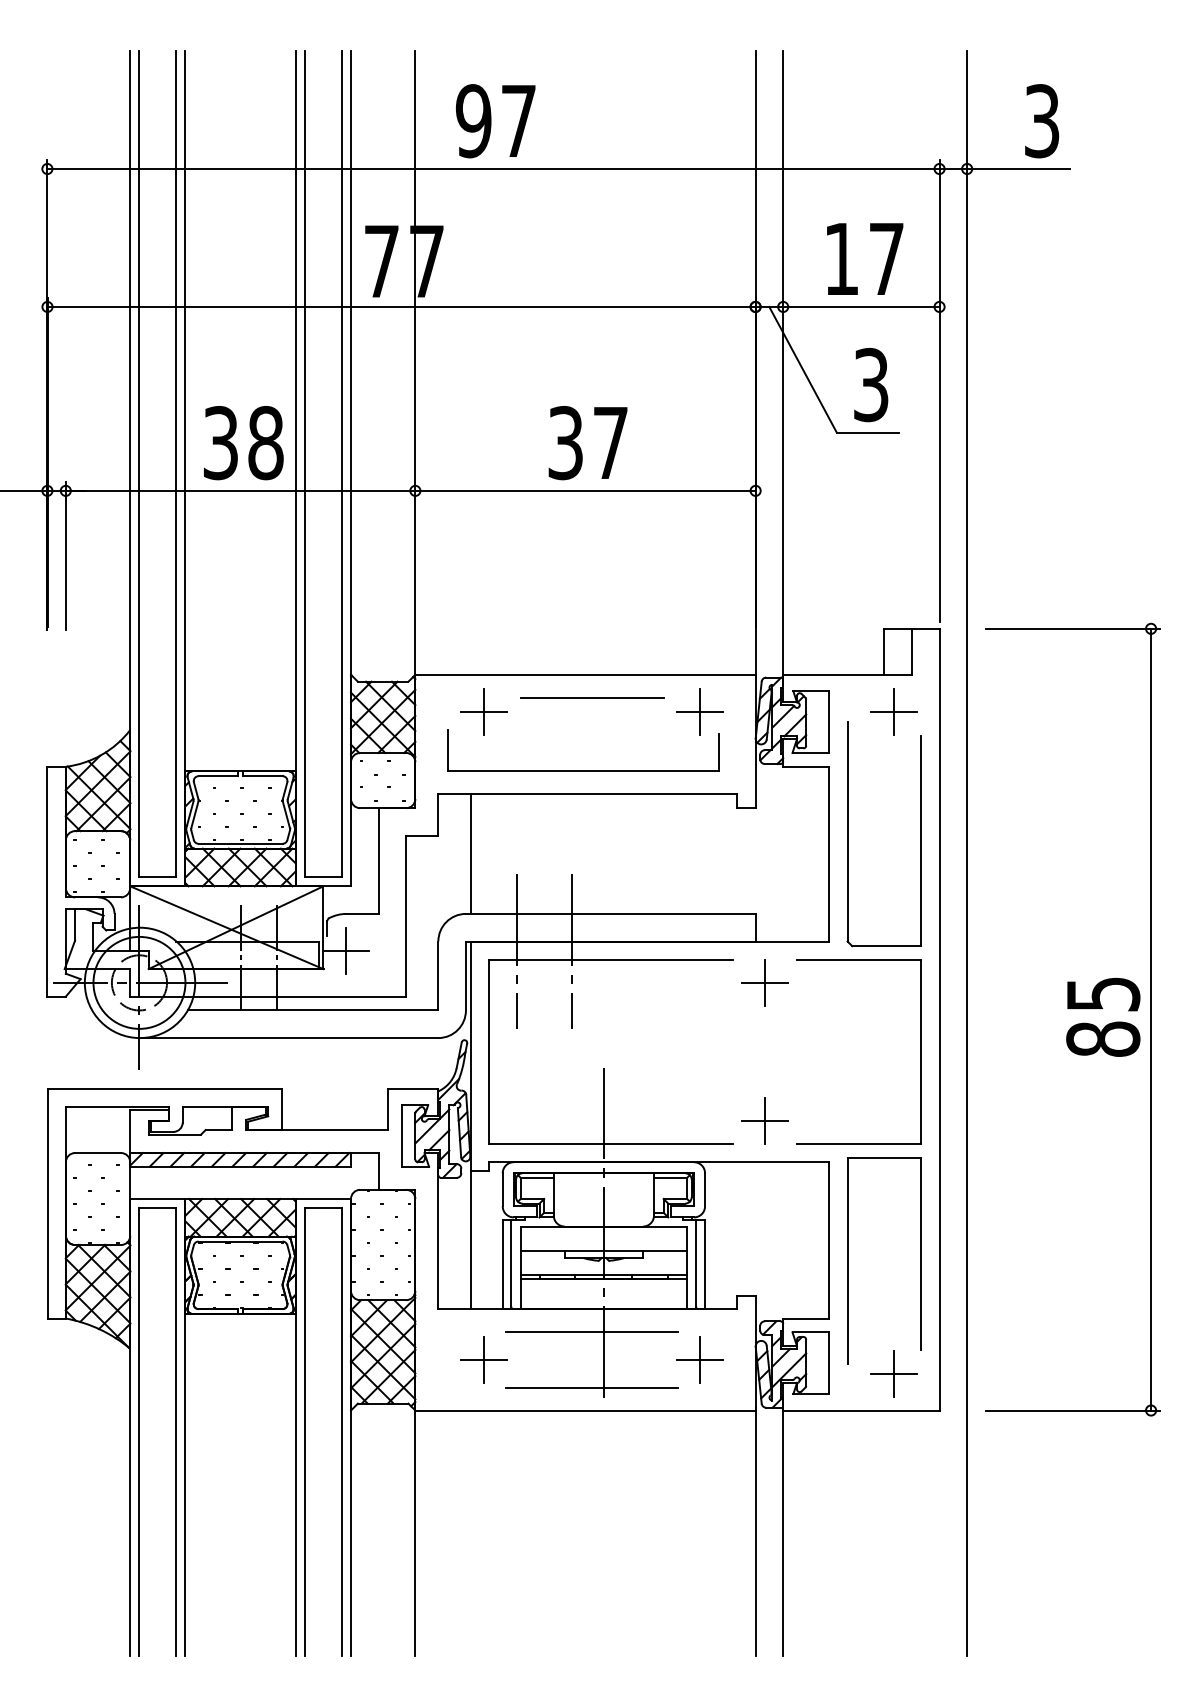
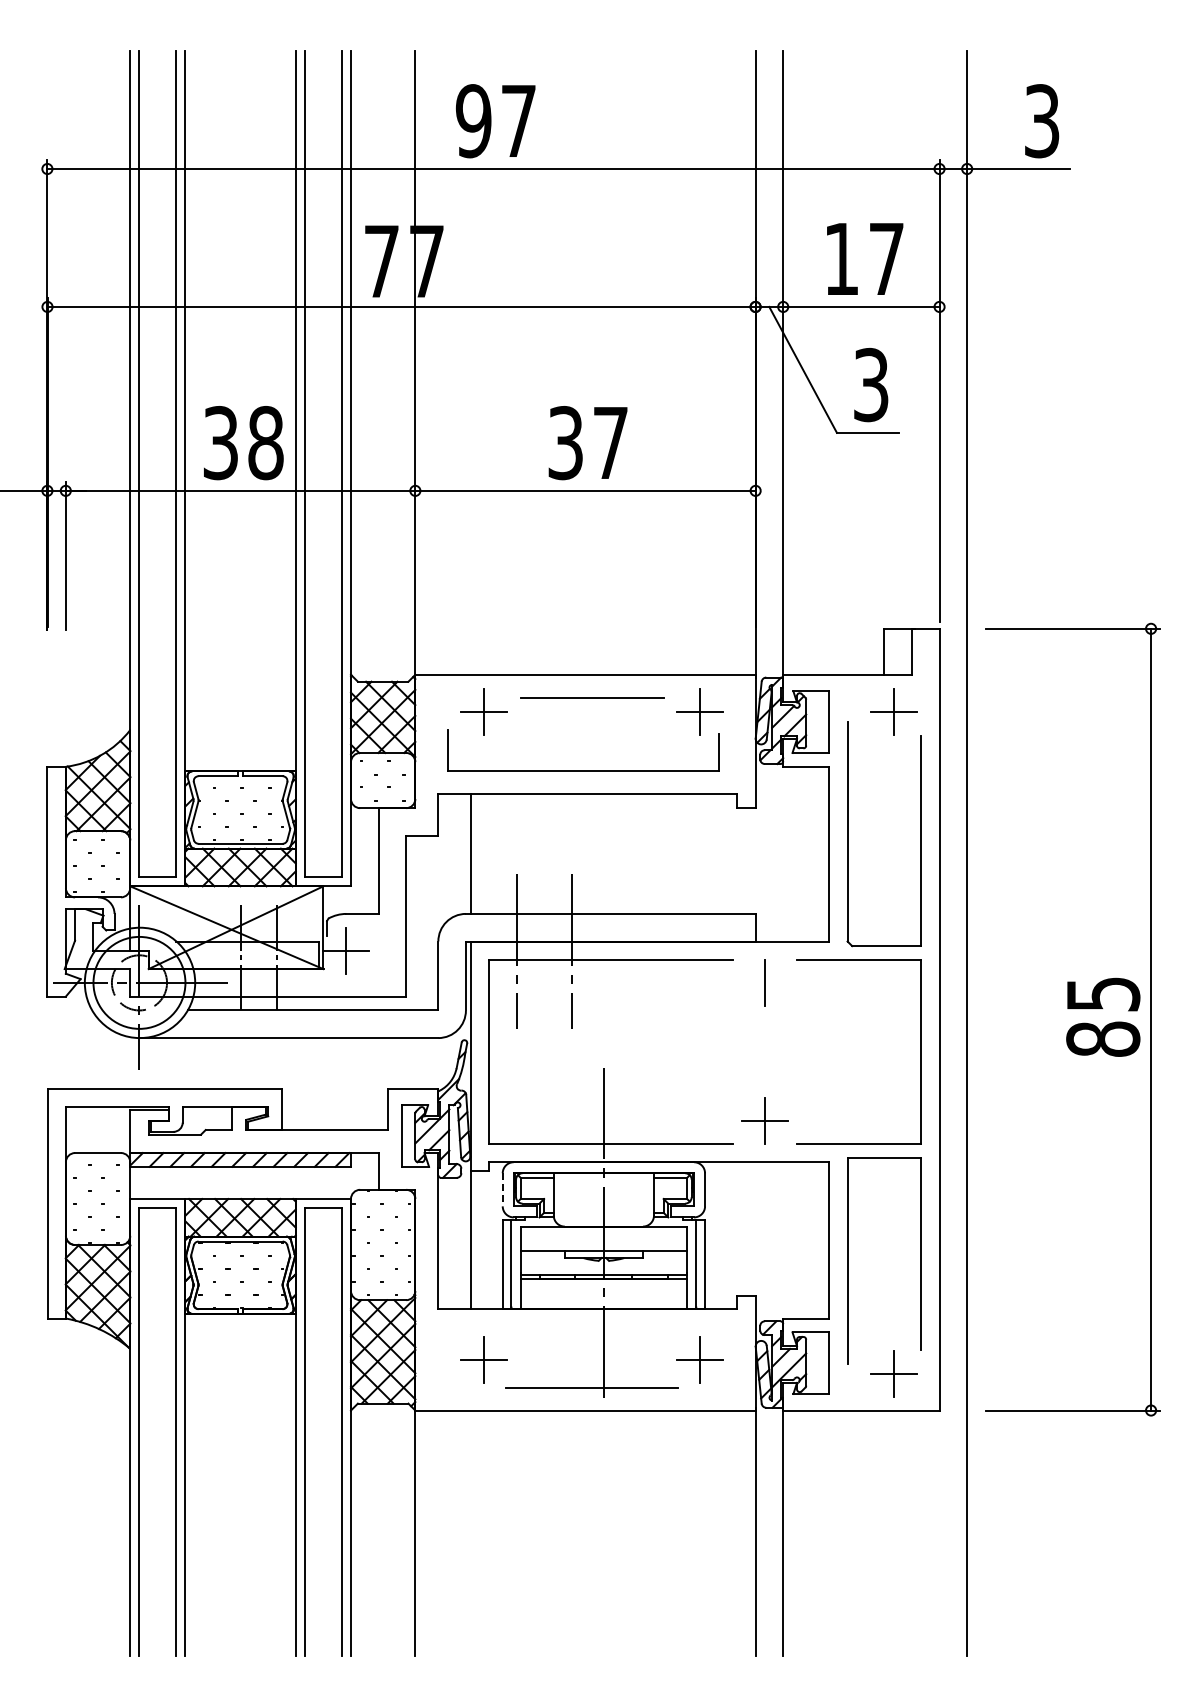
line at (764, 982): present -> none
line at (502, 1189): solid -> dashed
line at (592, 1332): present -> none
